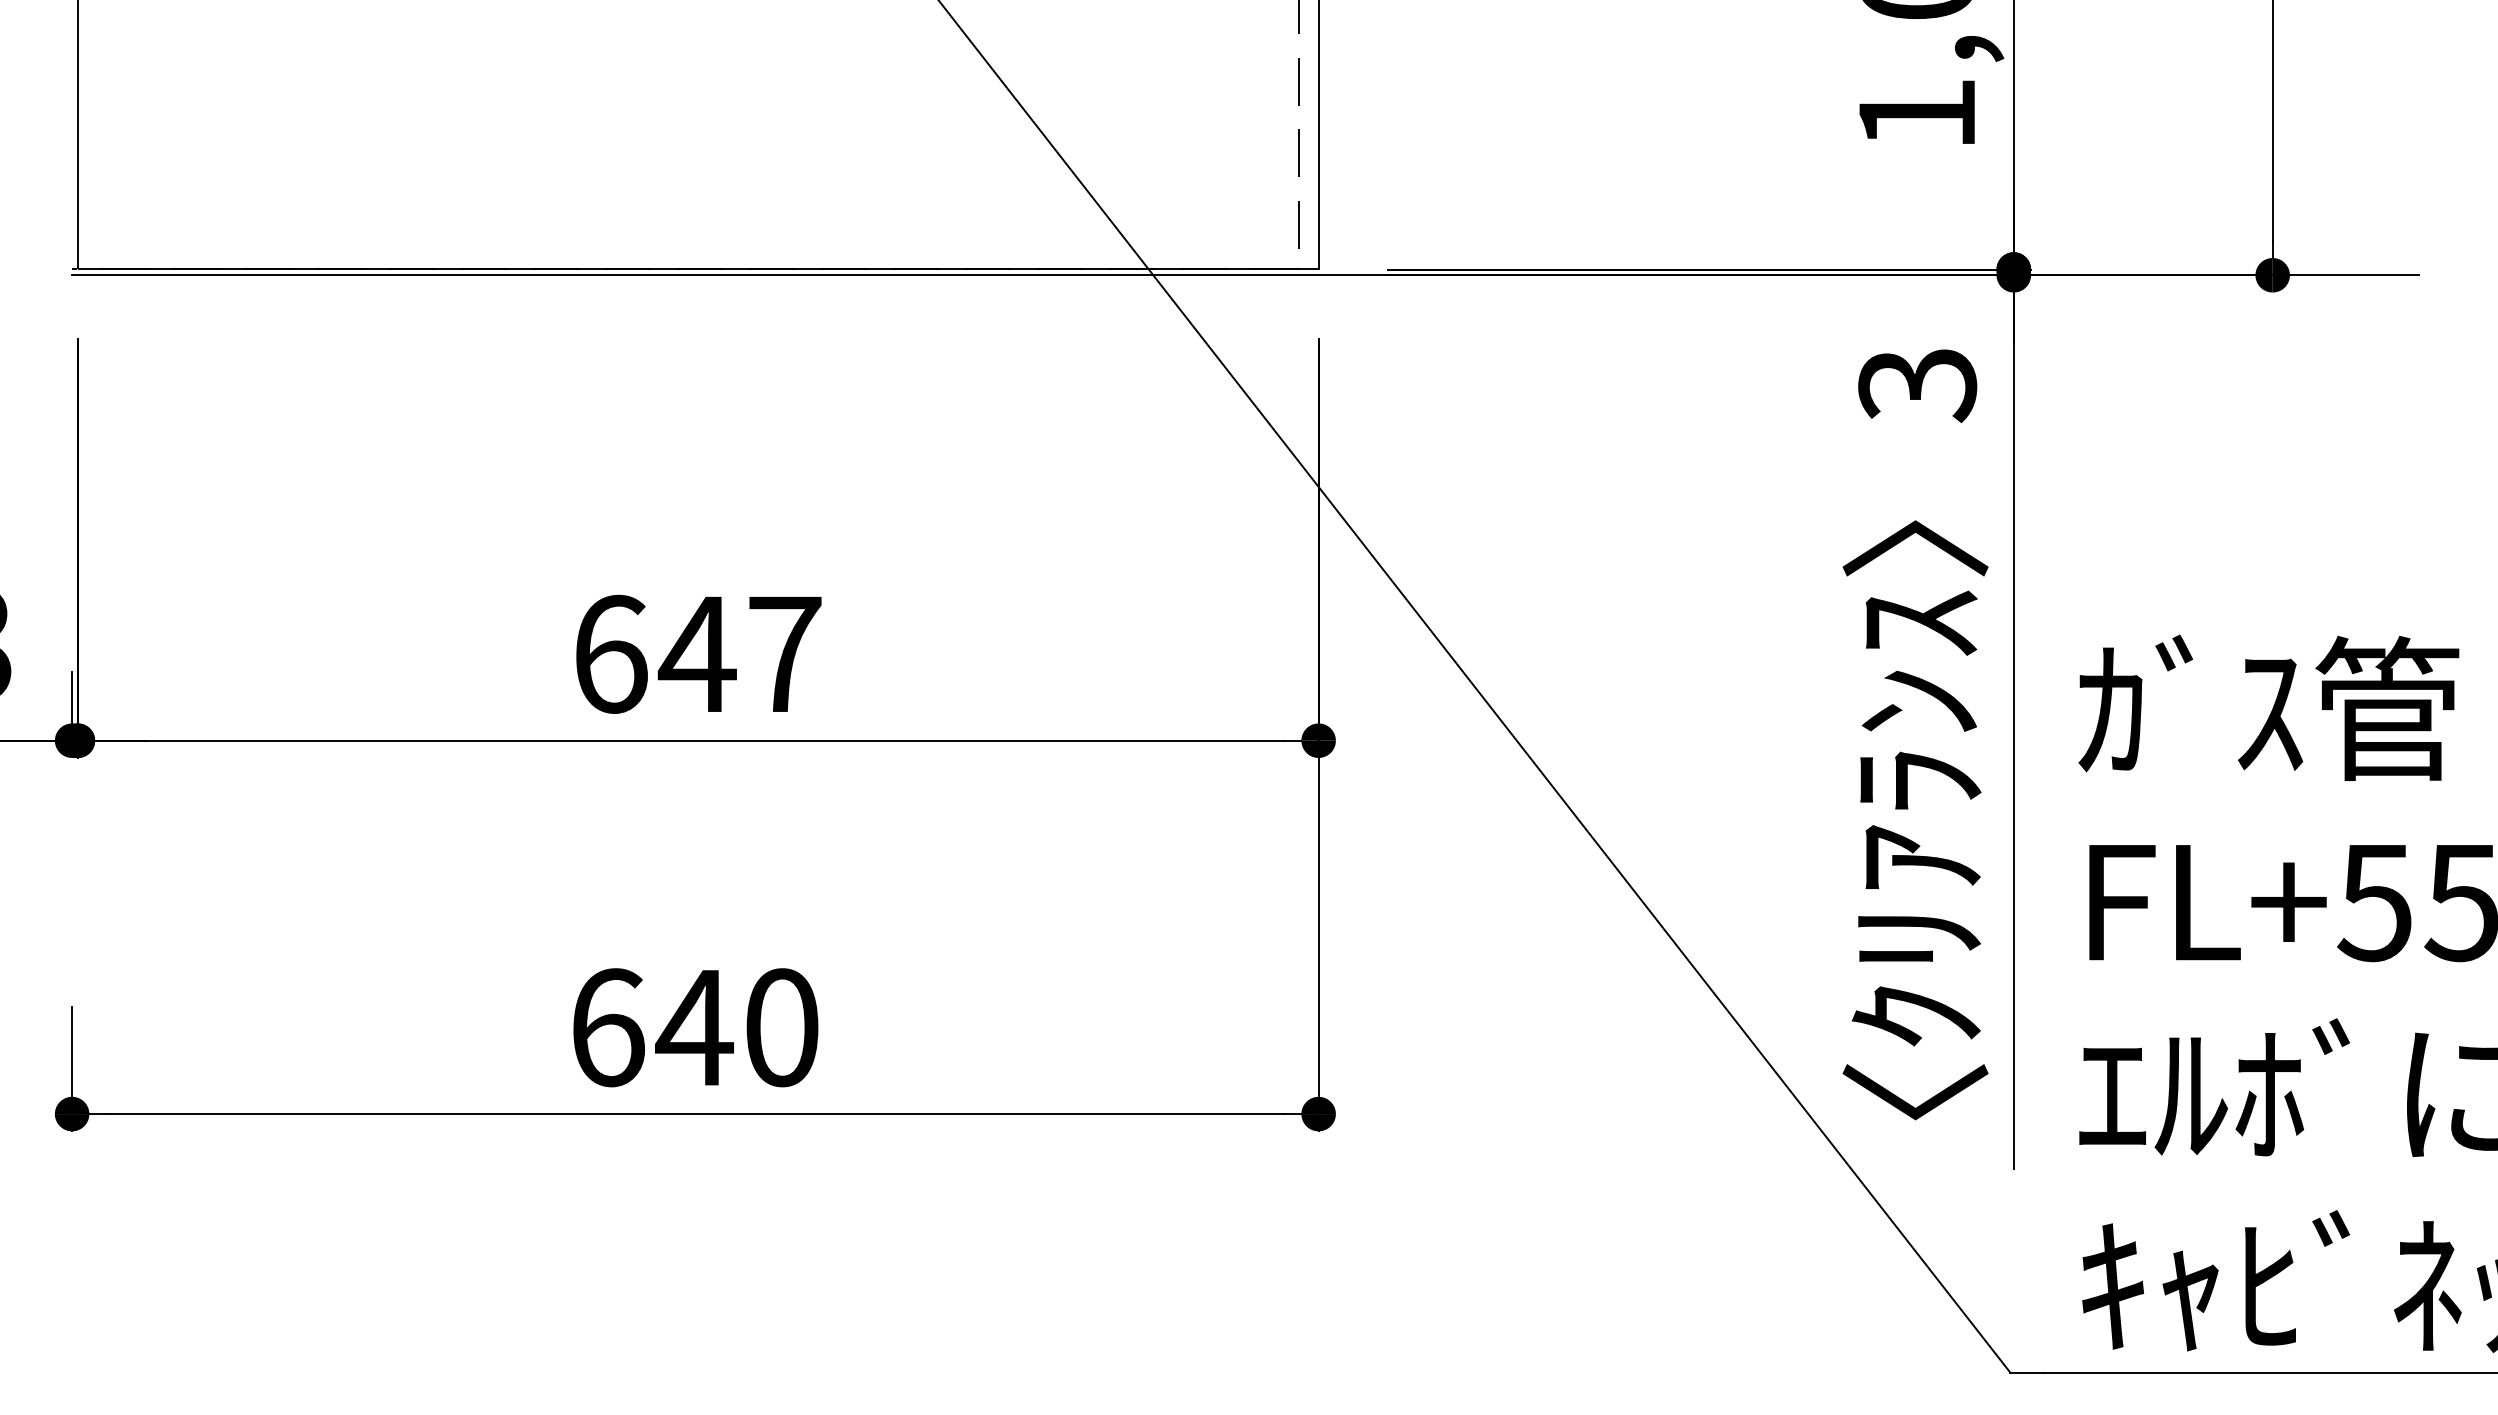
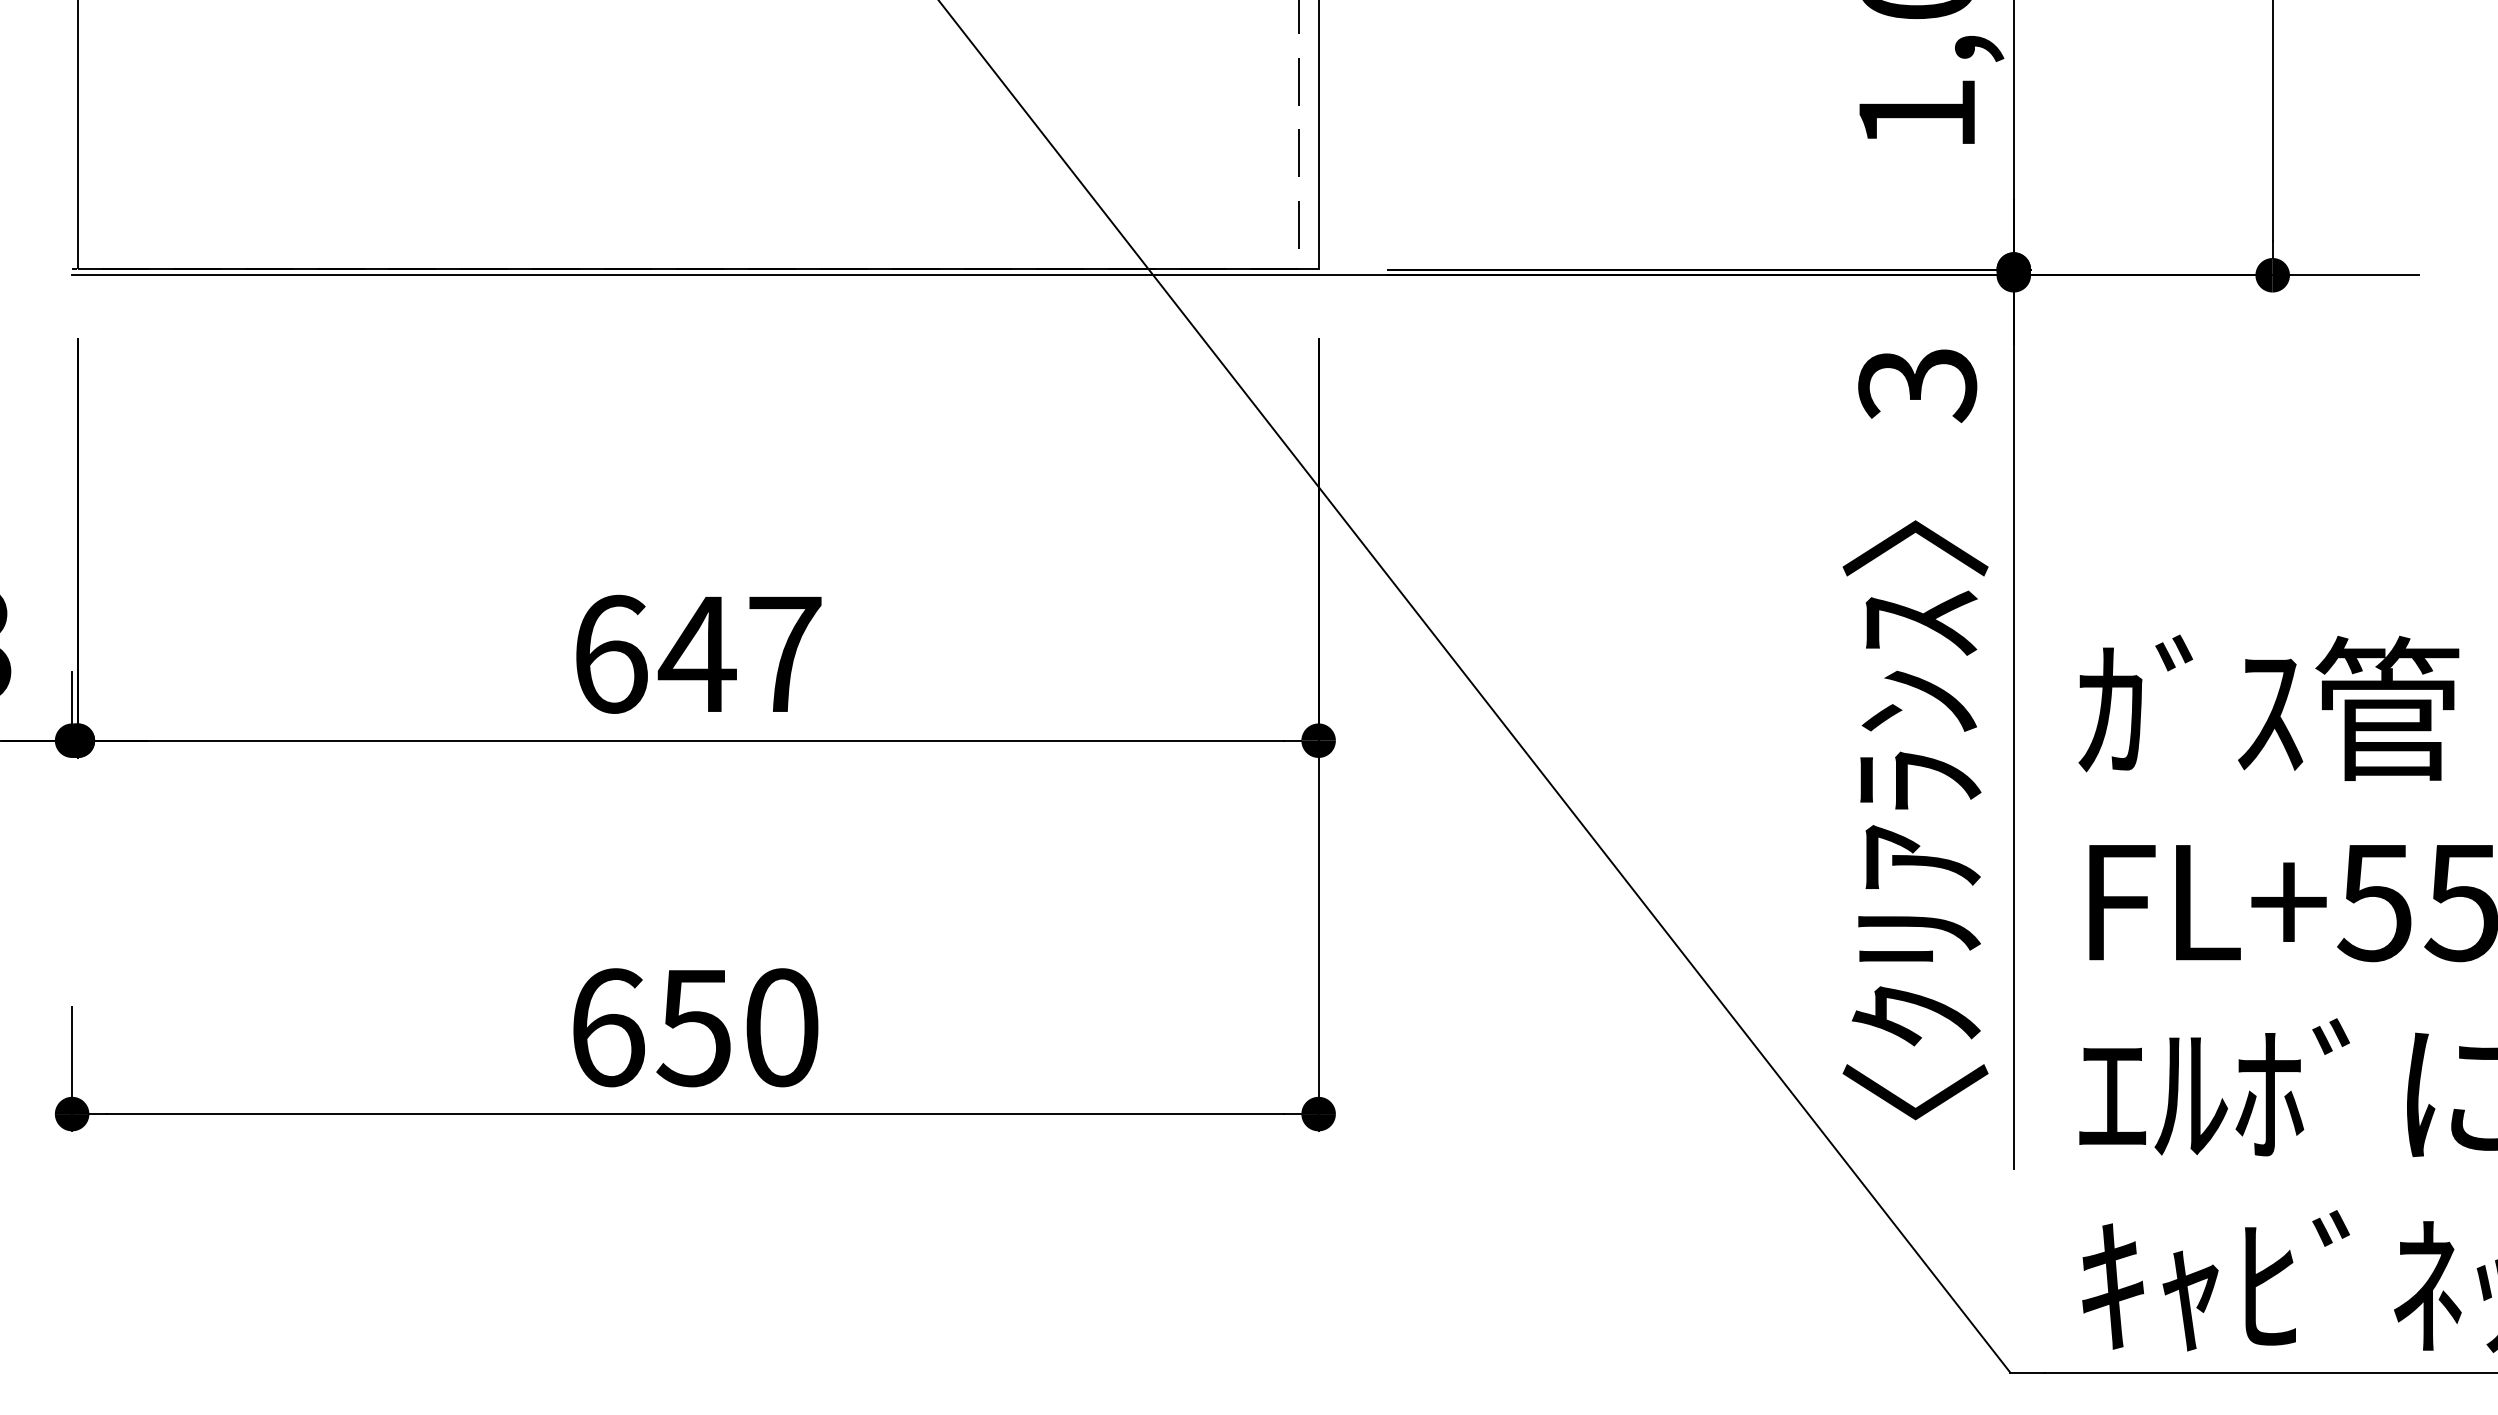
text at (694, 1028): 640 -> 650
